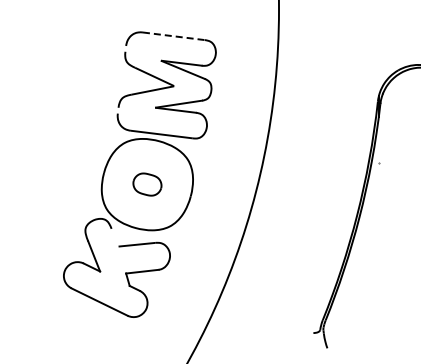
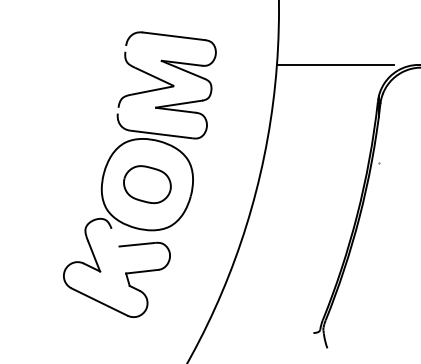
line at (174, 36): dashed -> solid
line at (335, 64): none -> present
part at (147, 184) size: 31x25 px -> 49x39 px
